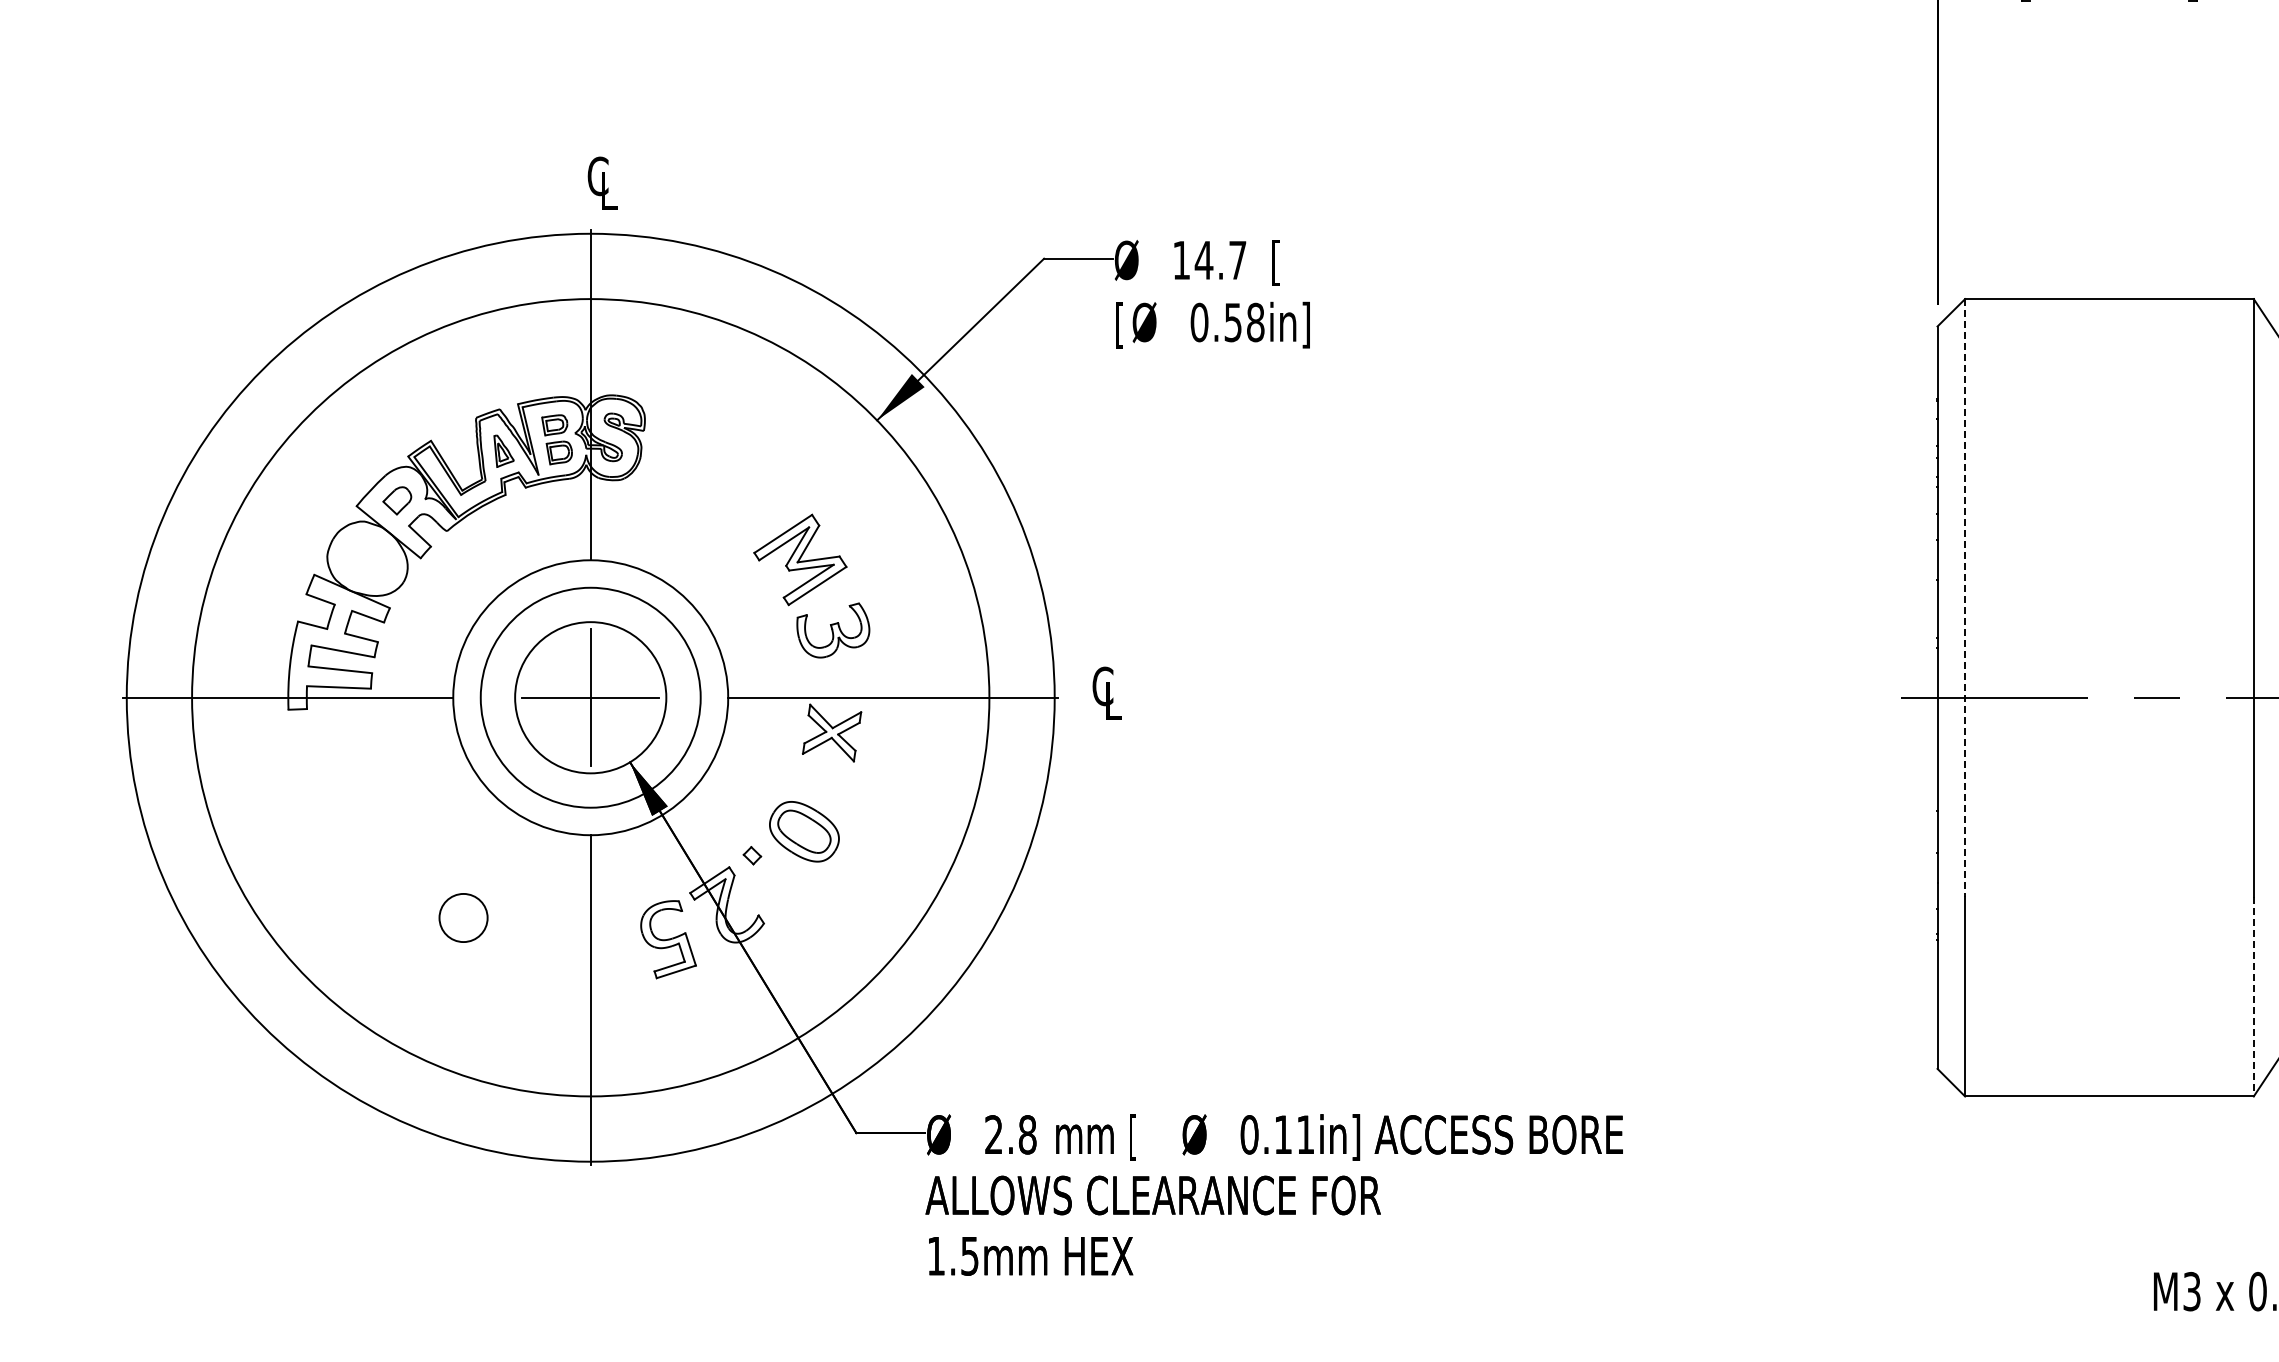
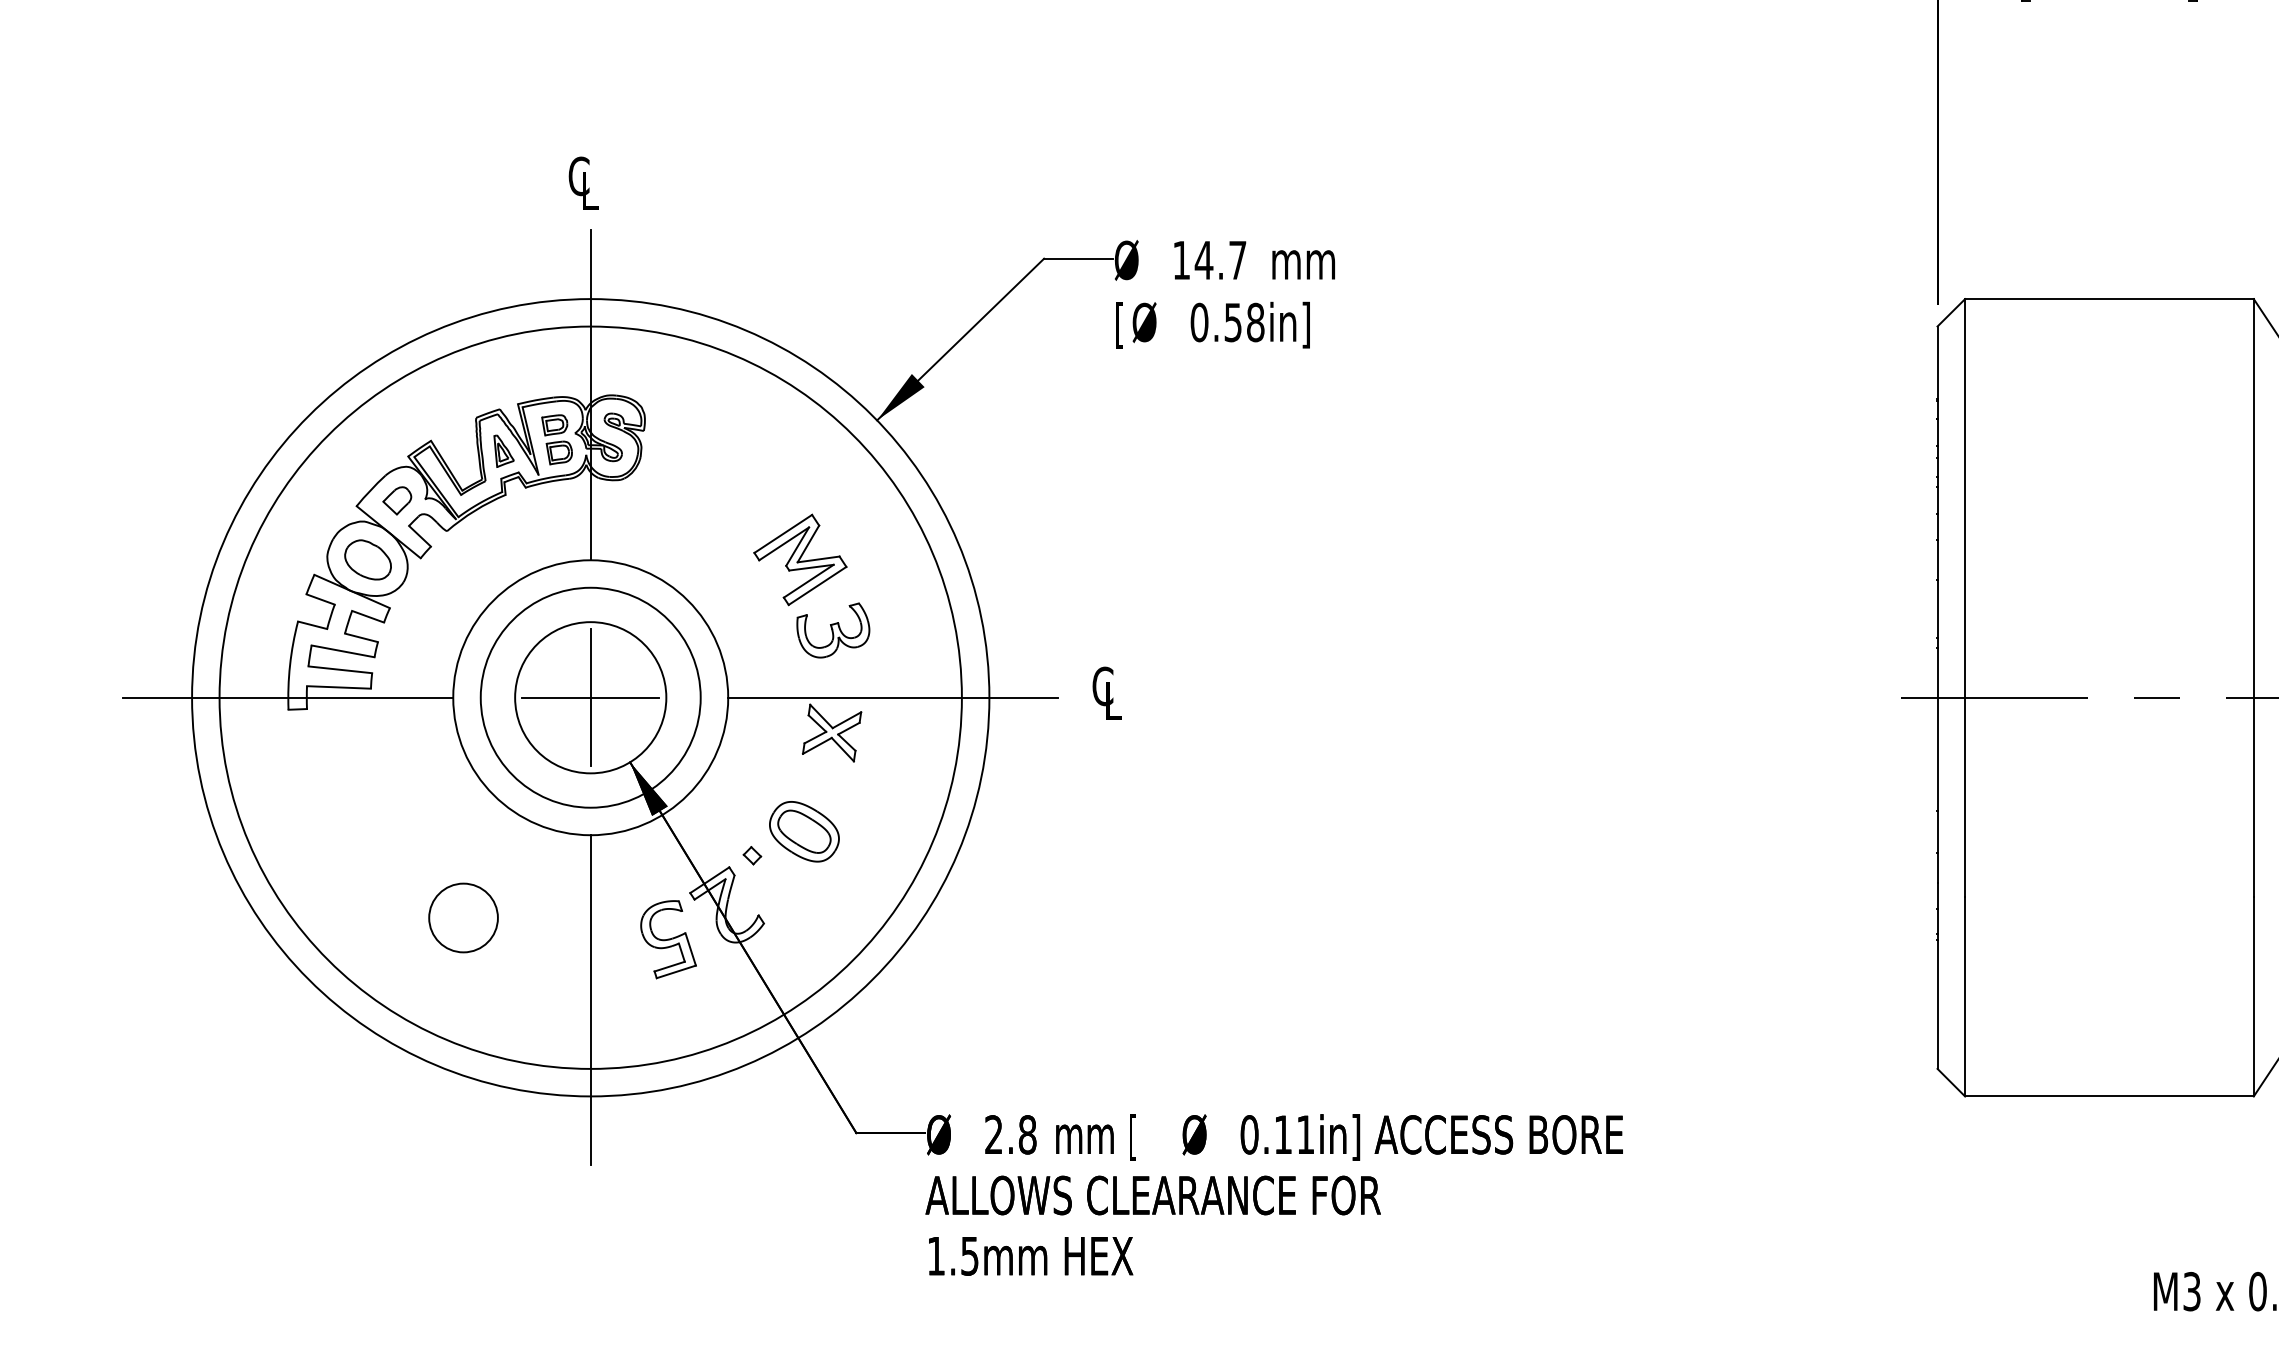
text at (602, 182) position: (602, 182) -> (583, 182)
text at (1303, 262): [ -> mm
part at (367, 559): none -> present
line at (1965, 598): dashed -> solid
circle at (590, 697) diameter: 928 px -> 742 px
circle at (463, 917) diameter: 48 px -> 69 px
line at (2253, 996): dashed -> solid
